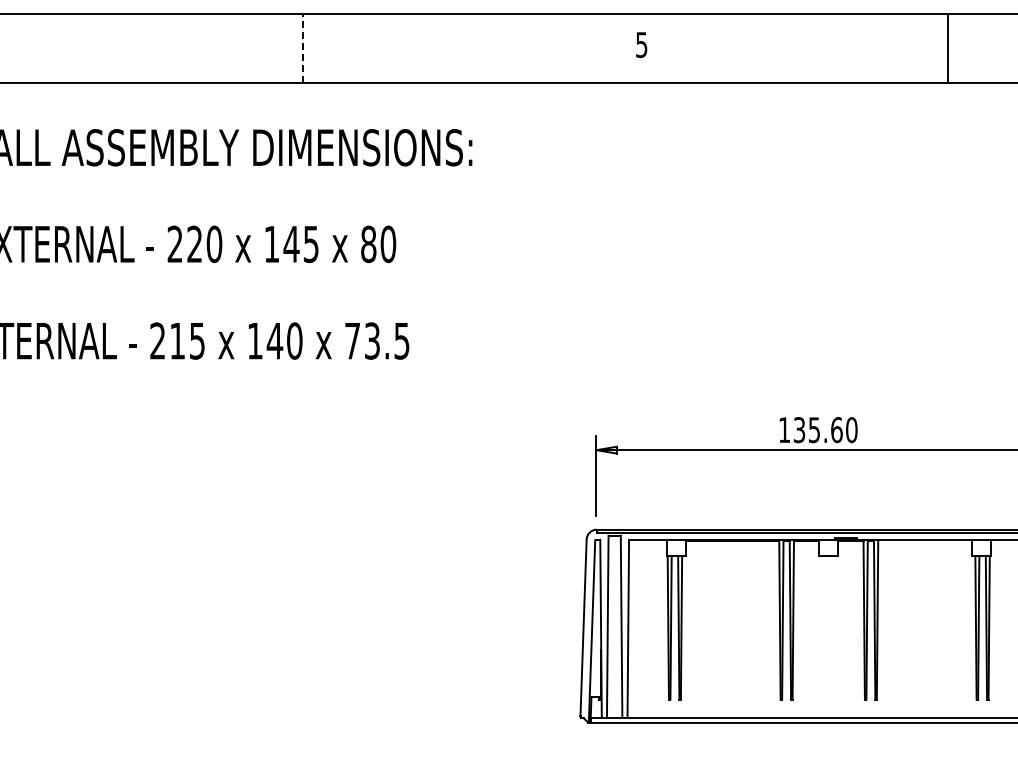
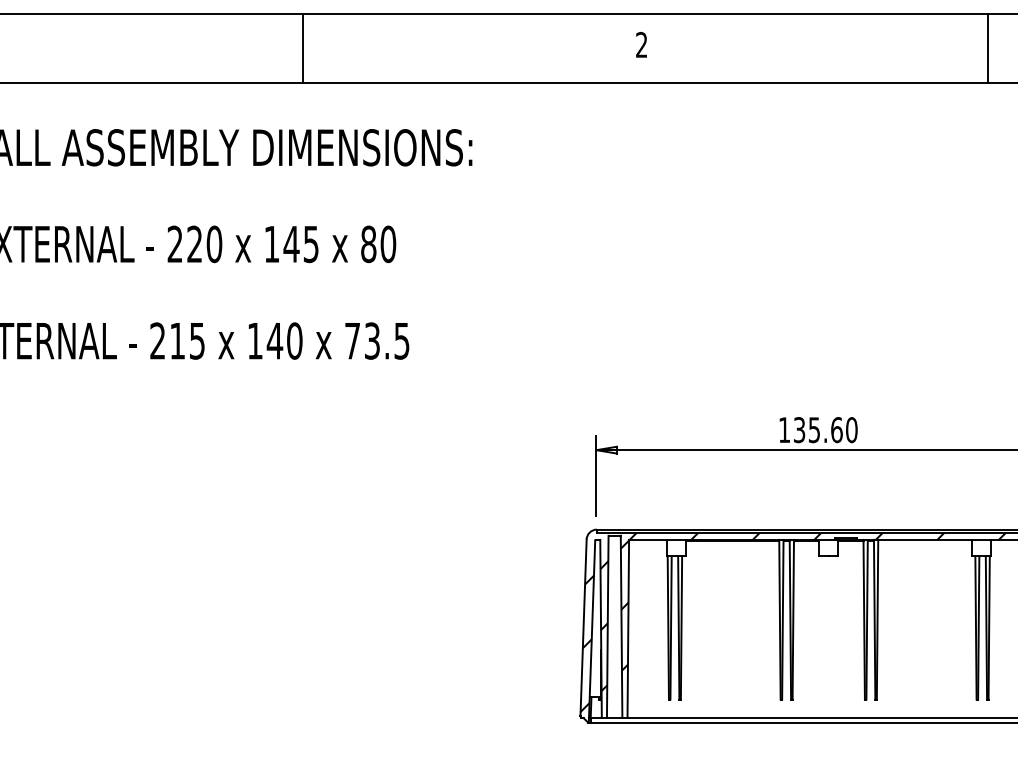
text at (641, 44): 5 -> 2
line at (303, 47): dashed -> solid
line at (948, 48) position: (948, 48) -> (988, 48)
hatch at (792, 622): none -> present
